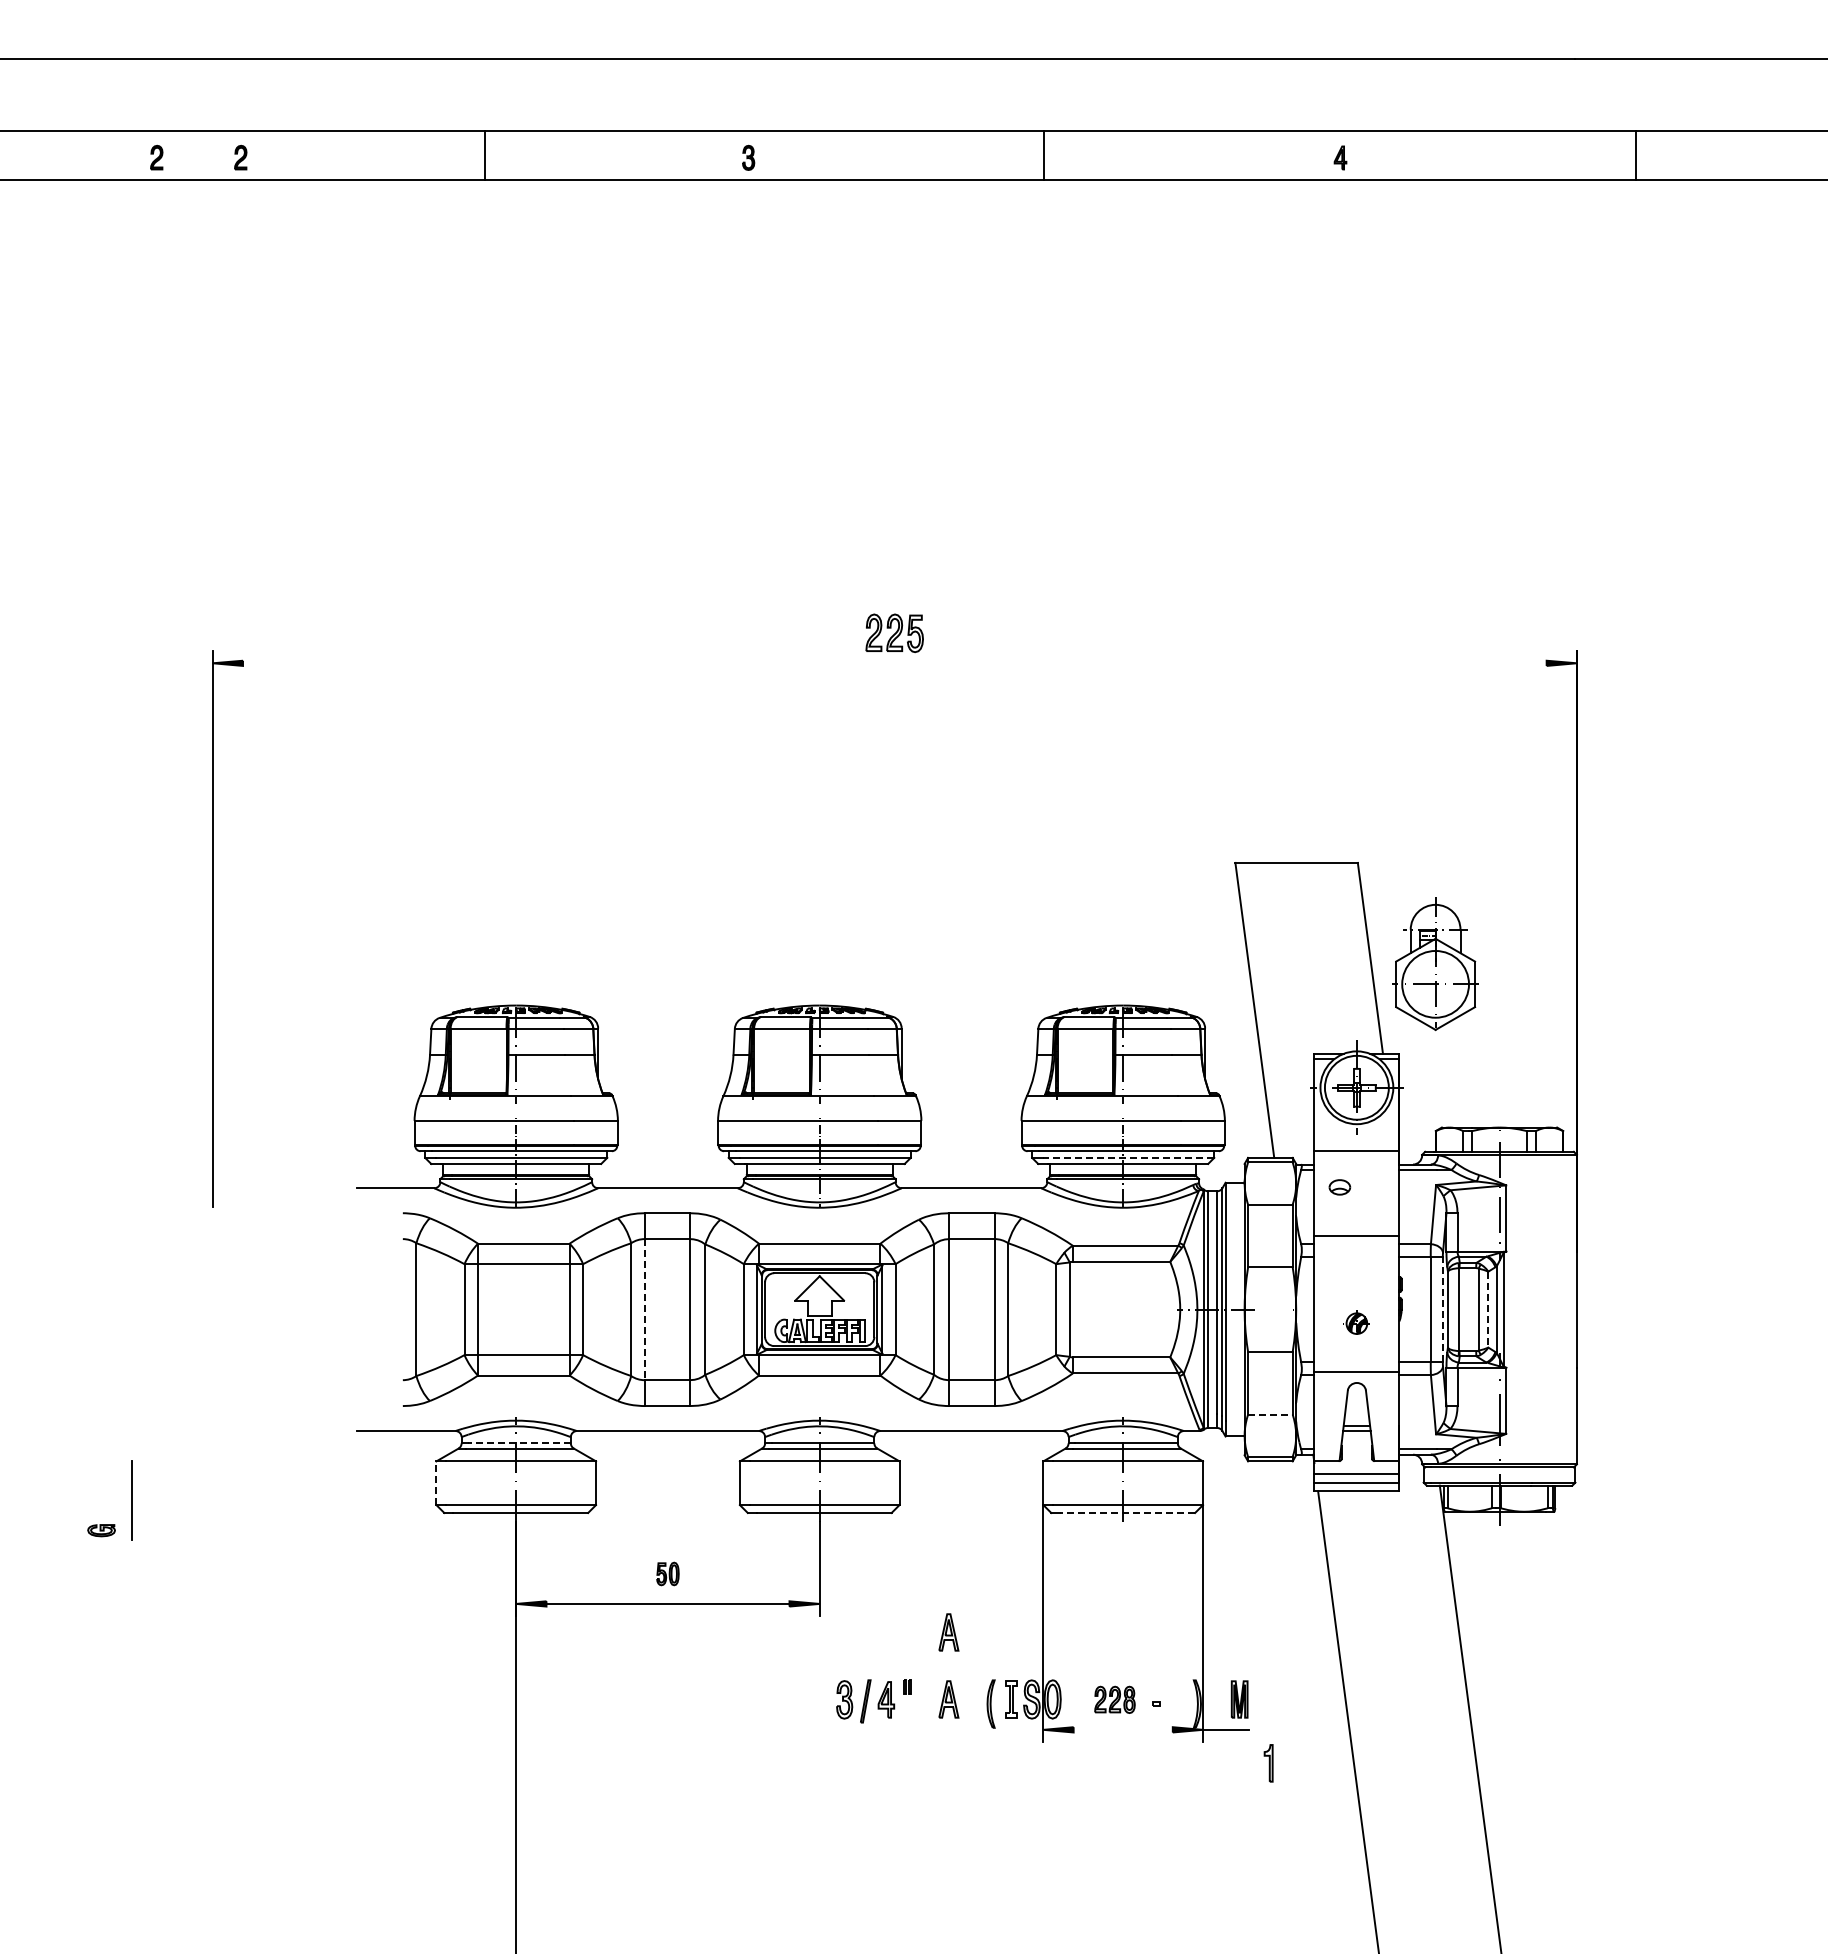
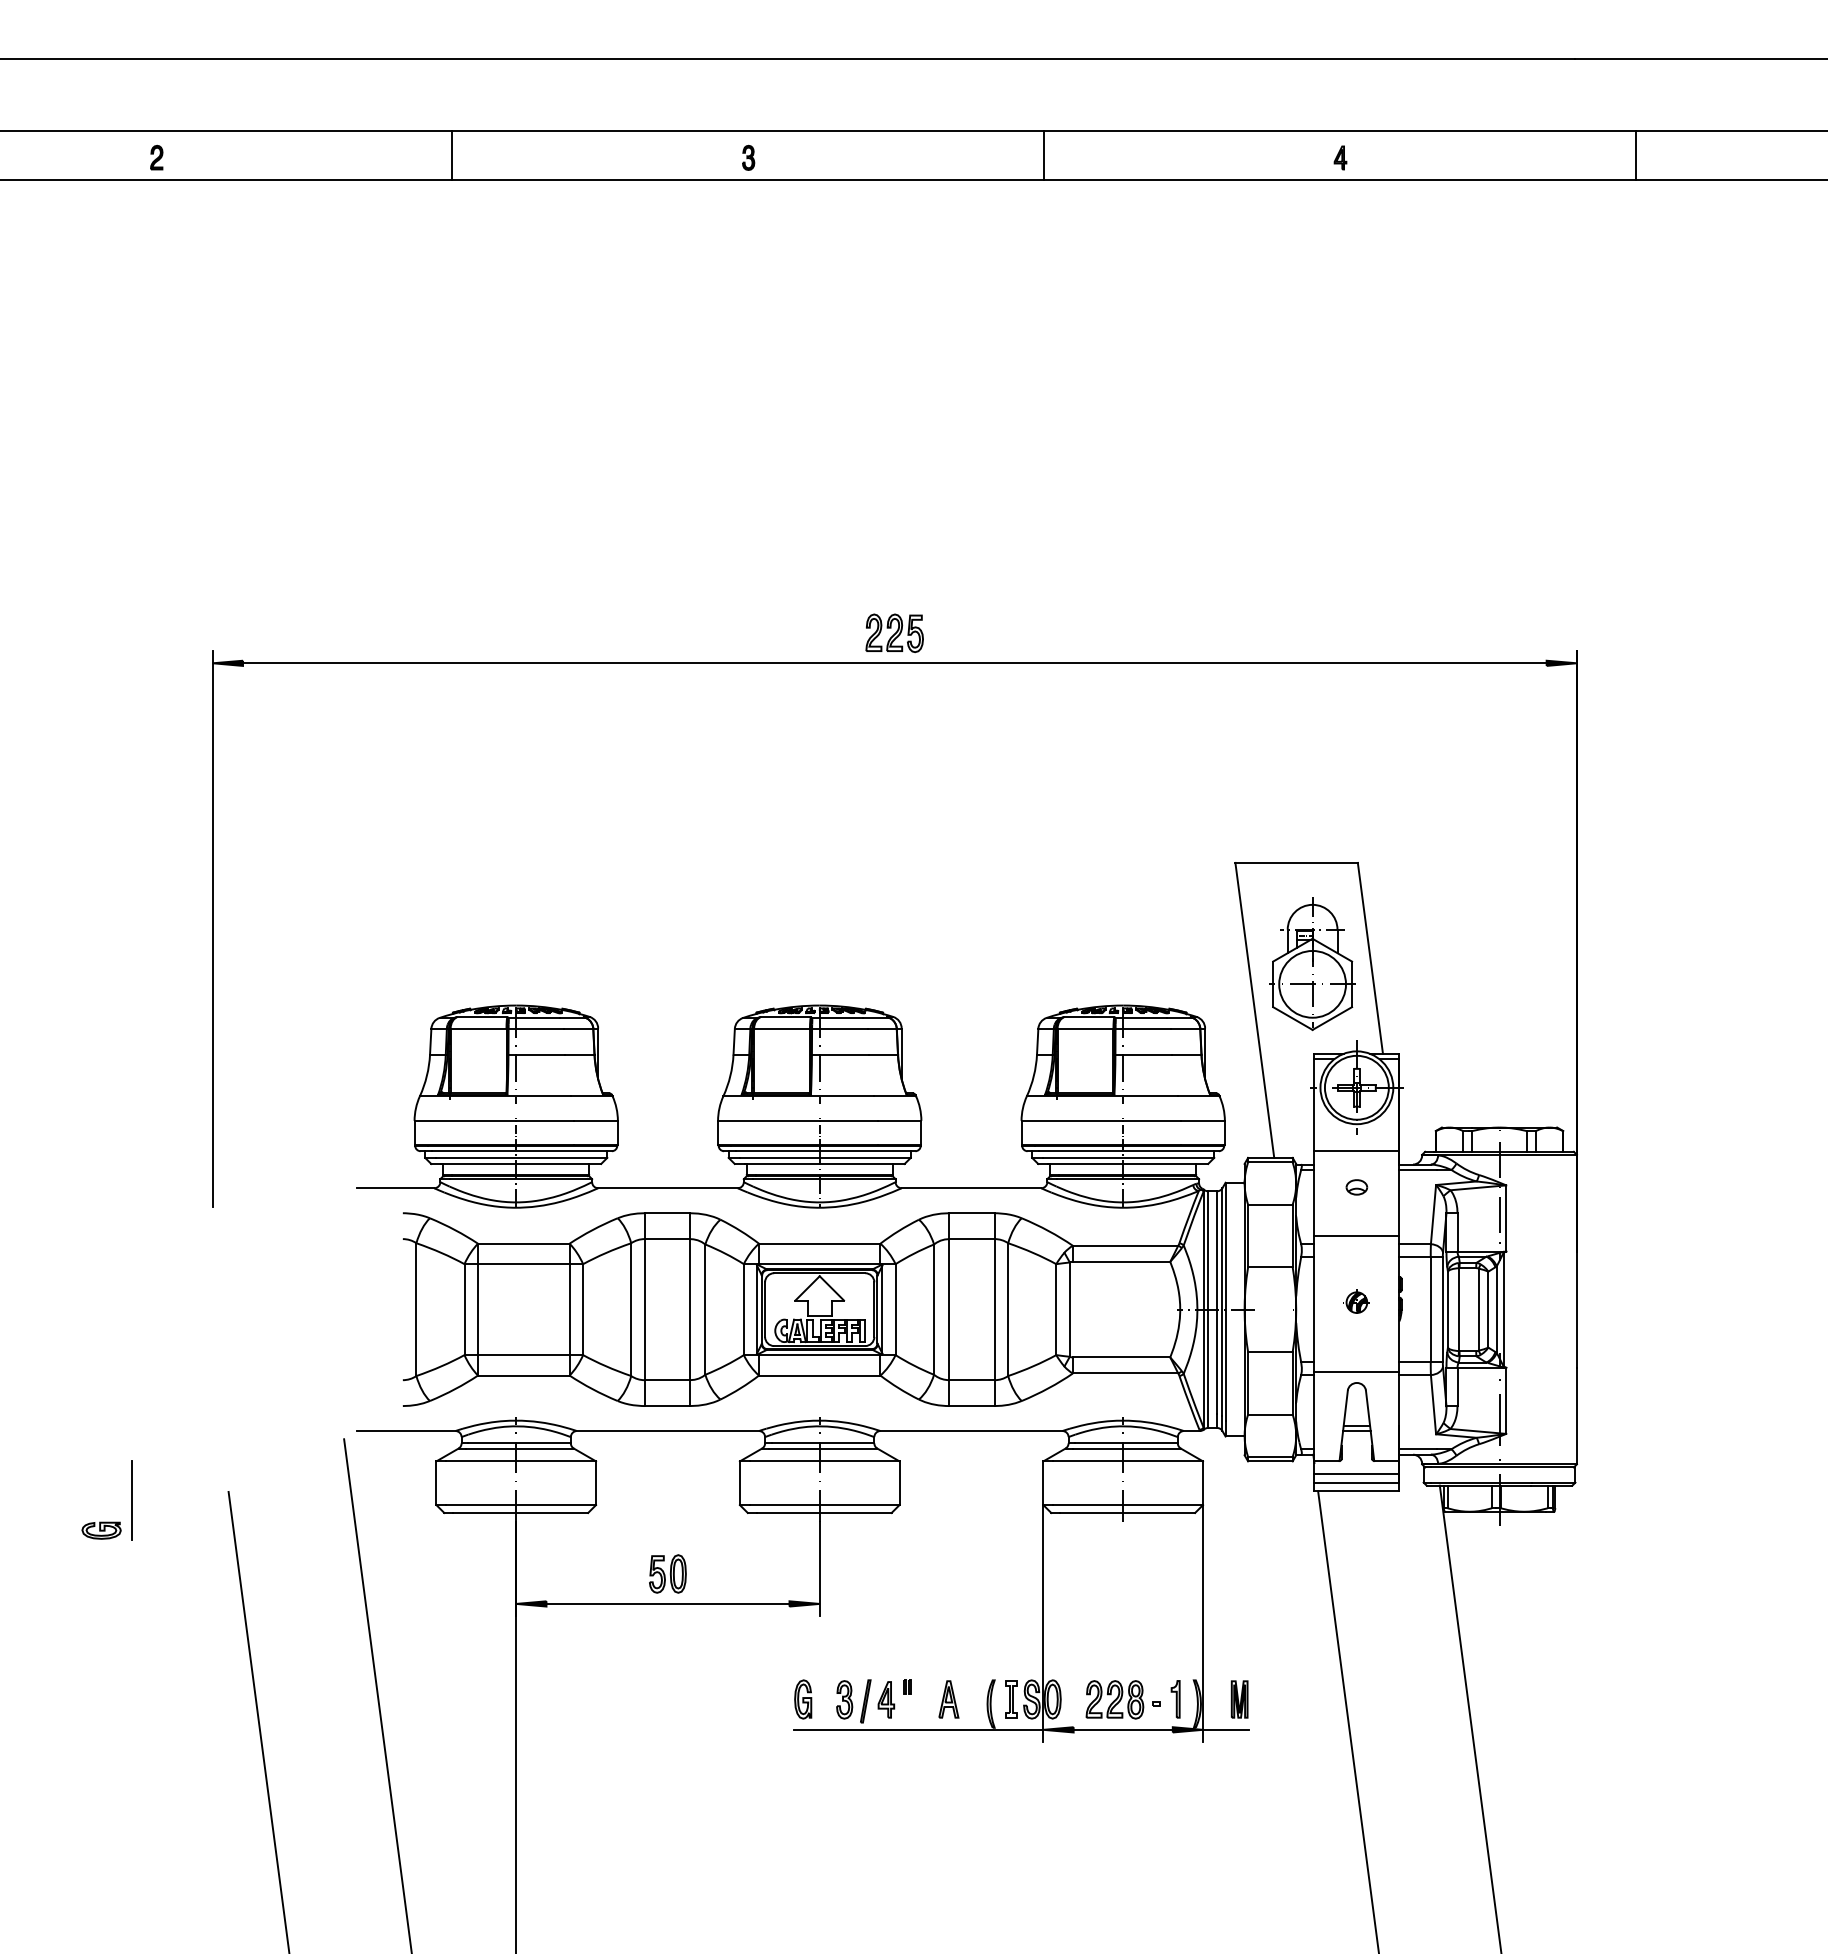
line at (485, 155) position: (485, 155) -> (452, 155)
part at (240, 157): present -> none
line at (894, 663): none -> present
part at (1435, 964) position: (1435, 964) -> (1312, 964)
line at (1128, 1157): dashed -> solid
part at (1339, 1187) position: (1339, 1187) -> (1356, 1187)
line at (644, 1309): dashed -> solid
line at (1442, 1309): dashed -> solid
line at (1488, 1309): dashed -> solid
part at (1356, 1322) position: (1356, 1322) -> (1356, 1301)
line at (1270, 1414): dashed -> solid
line at (519, 1443): dashed -> solid
line at (436, 1483): dashed -> solid
line at (1127, 1512): dashed -> solid
part at (101, 1530) size: 29x14 px -> 41x19 px
part at (667, 1573) size: 24x26 px -> 38x40 px
part at (948, 1632): present -> none
line at (377, 1694): none -> present
part at (803, 1699): none -> present
part at (1114, 1699) size: 42x29 px -> 60x40 px
line at (258, 1720): none -> present
line at (918, 1729): none -> present
line at (1122, 1729): none -> present
part at (1268, 1763) position: (1268, 1763) -> (1175, 1699)
